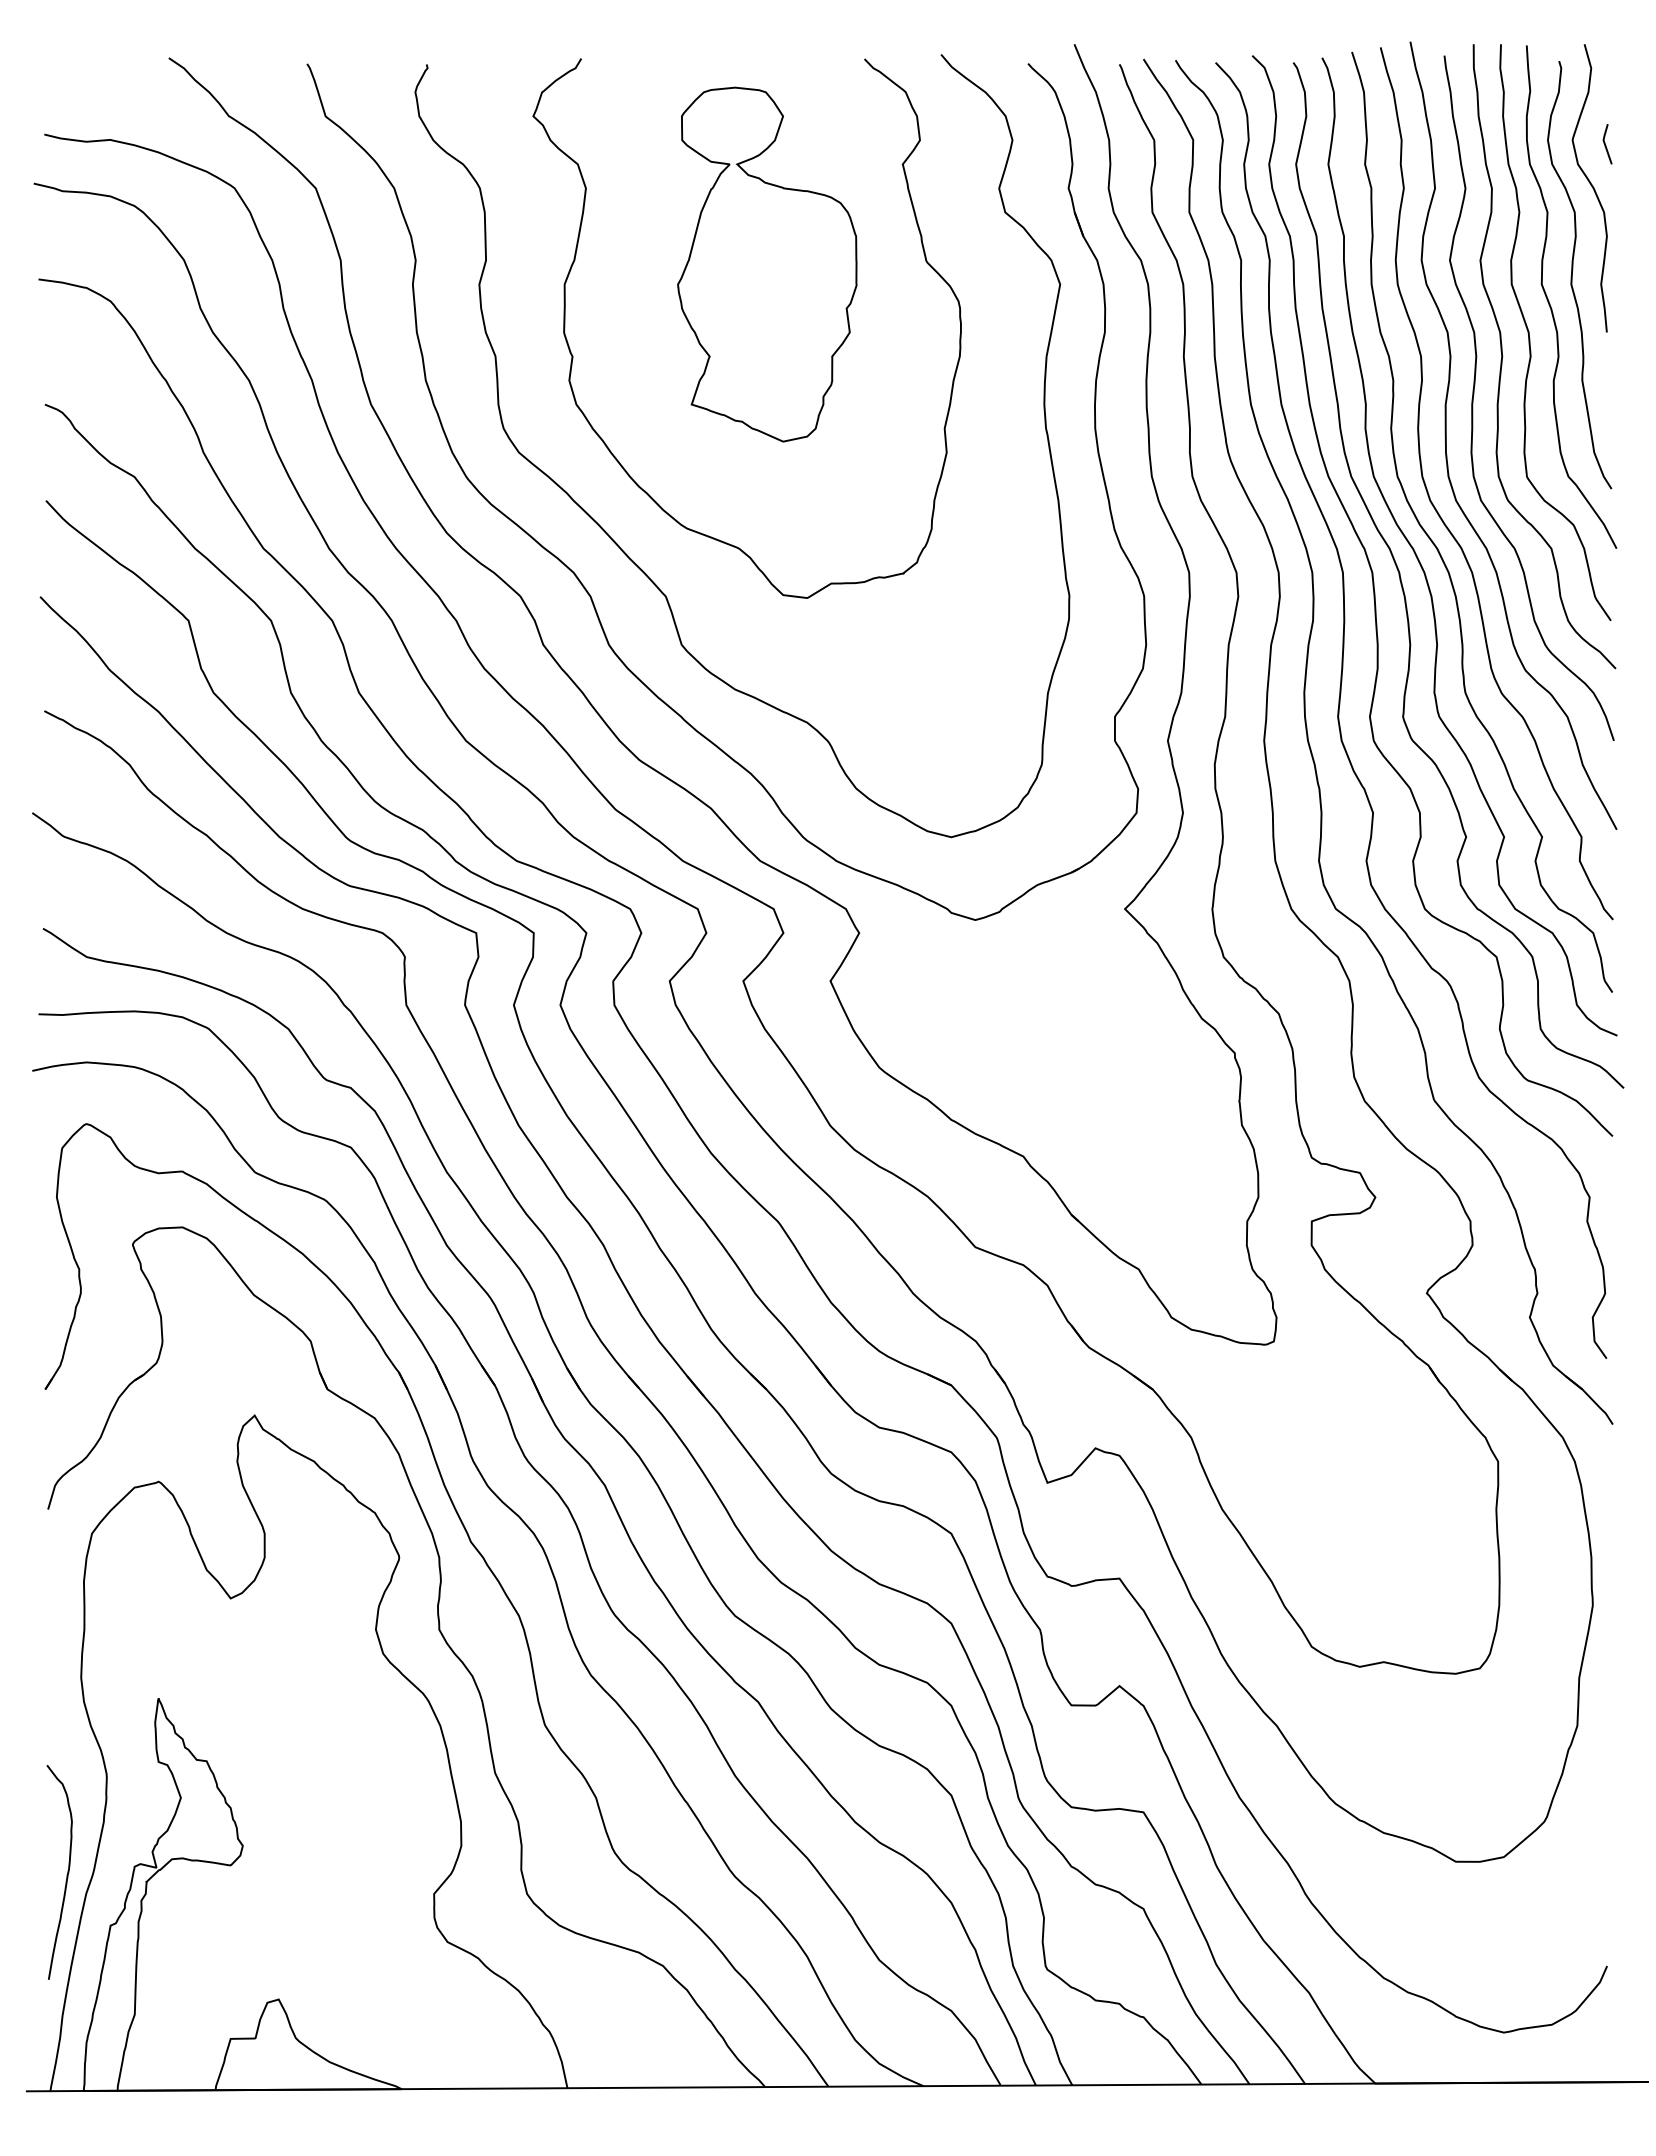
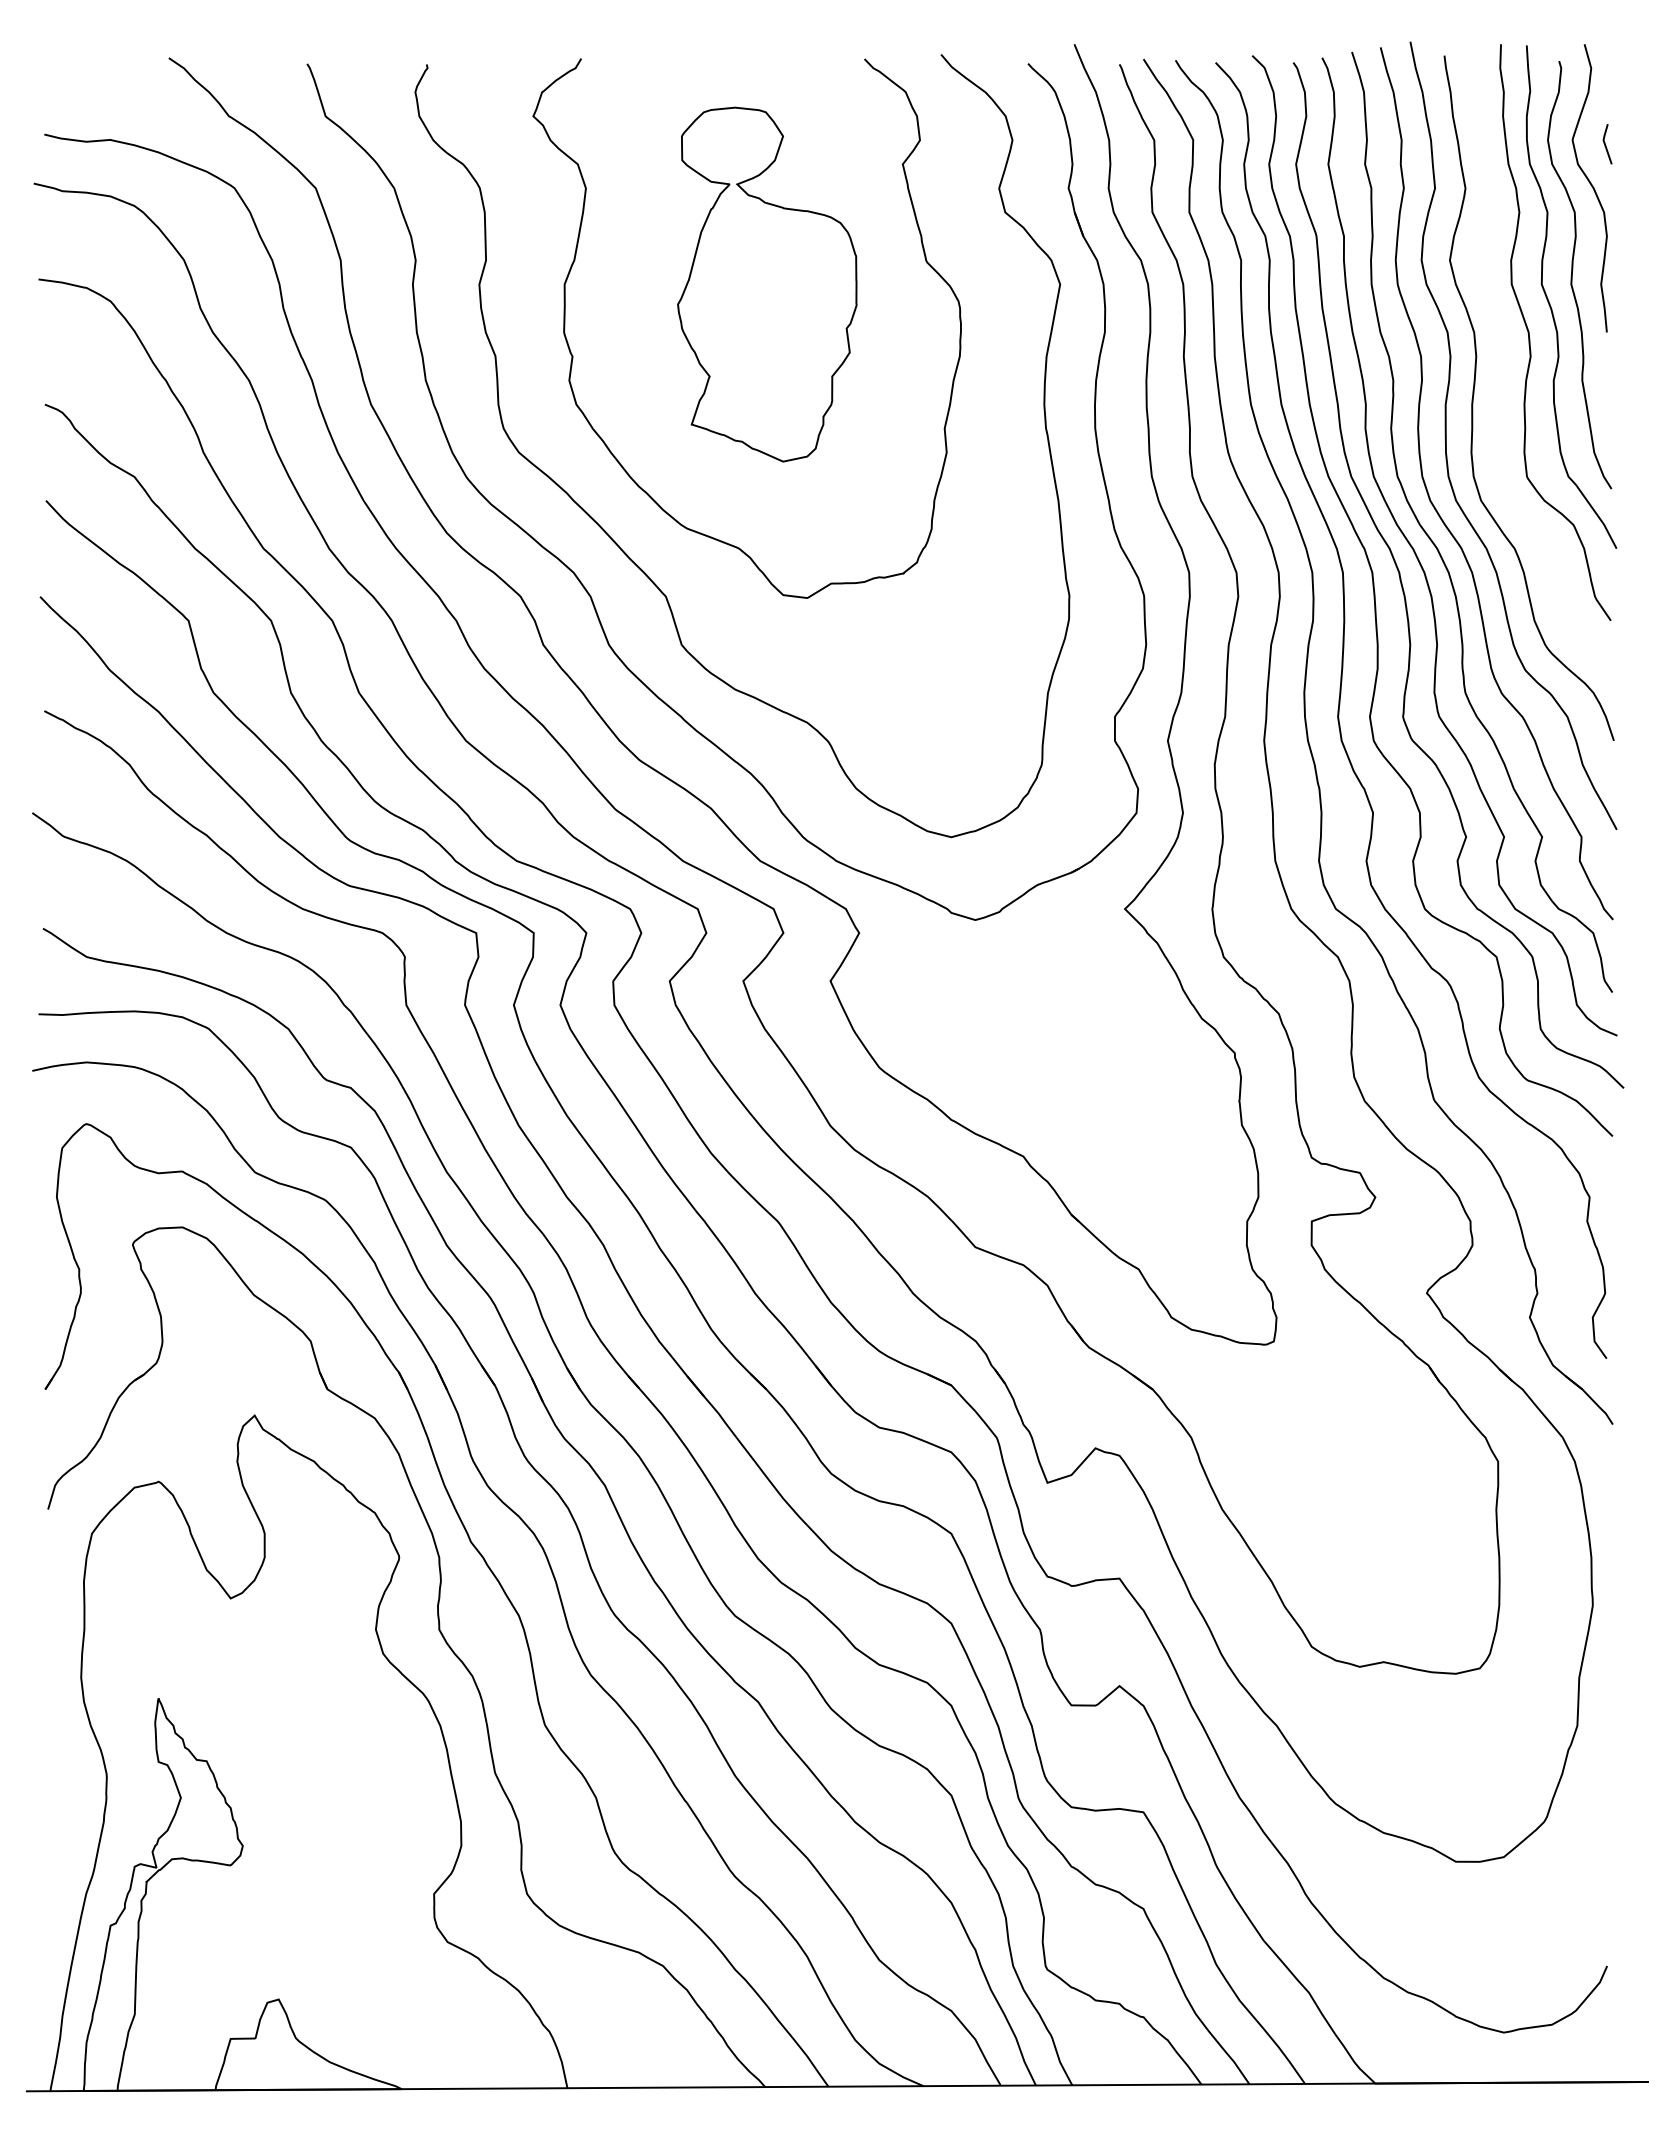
part at (767, 264) position: (767, 264) -> (767, 284)
curve at (1503, 356): present -> none
curve at (66, 1874): present -> none
